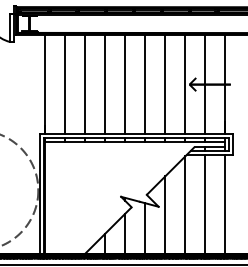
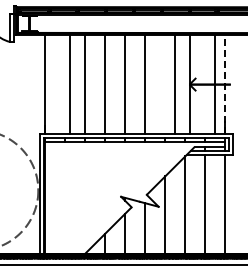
line at (65, 84) position: (65, 84) -> (70, 84)
line at (165, 84) position: (165, 84) -> (175, 84)
line at (185, 84) position: (185, 84) -> (190, 84)
line at (205, 84) position: (205, 84) -> (215, 84)
line at (225, 84): solid -> dashed
